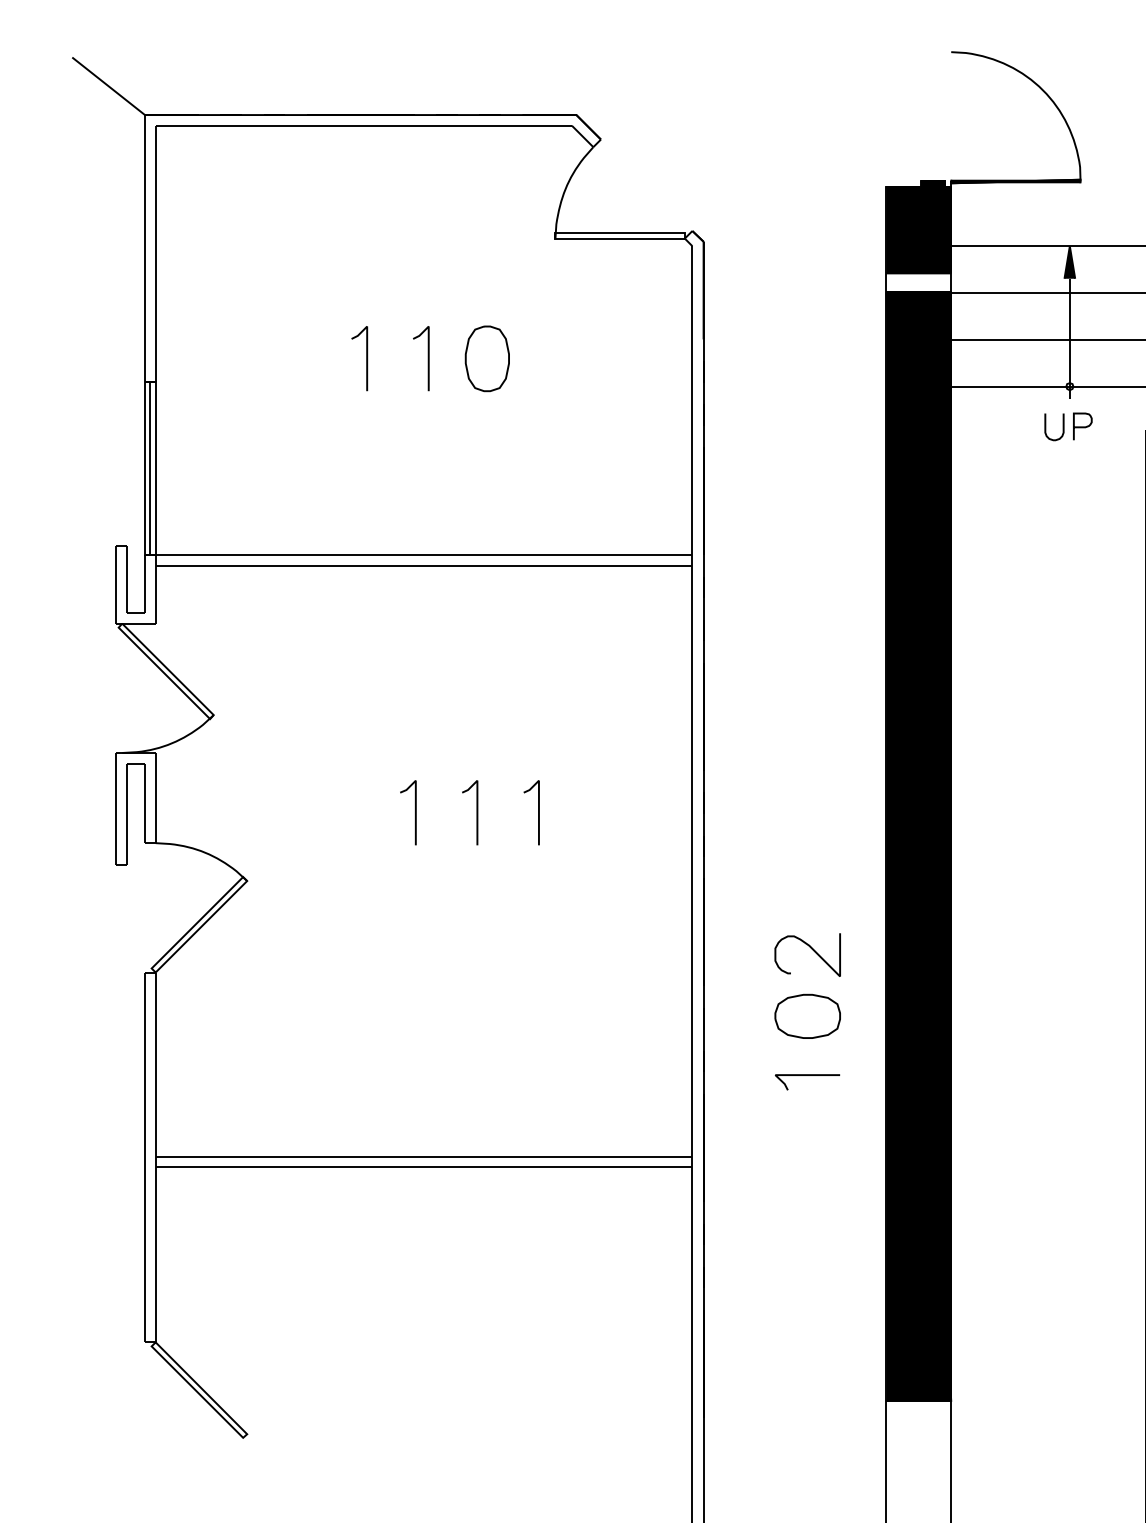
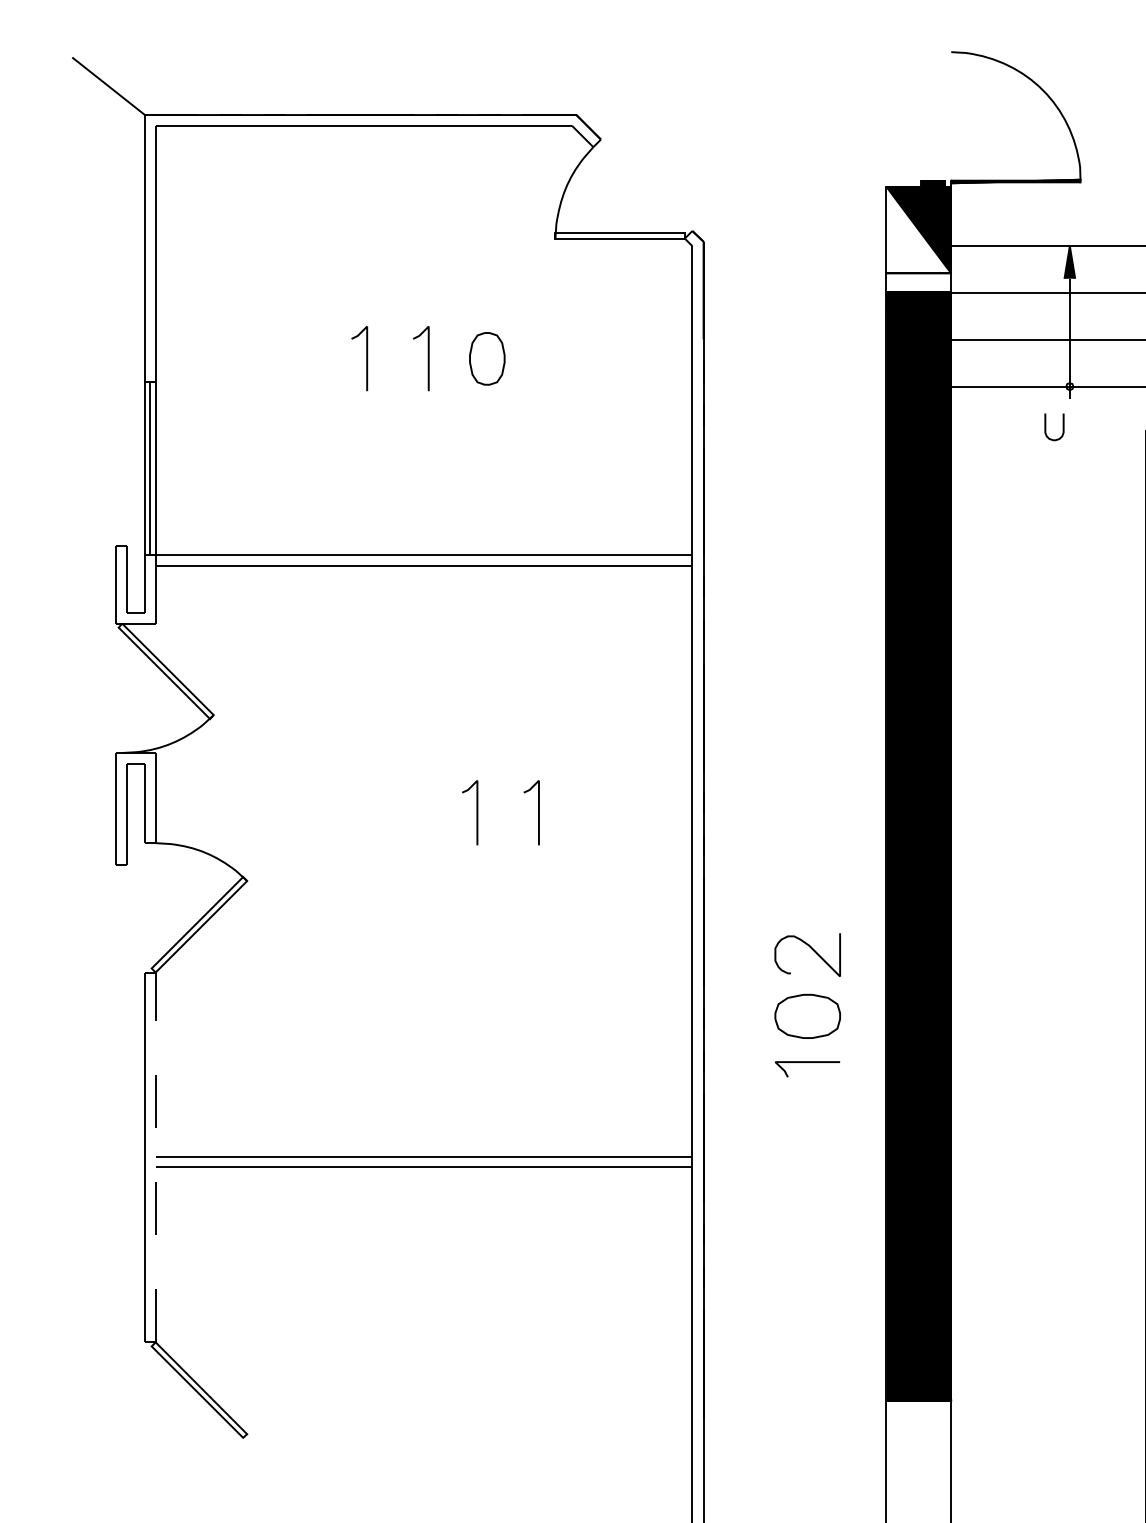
fill at (918, 229): present -> none
part at (486, 358) size: 46x68 px -> 37x54 px
curve at (1082, 426): present -> none
line at (415, 812): present -> none
line at (807, 1075) position: (807, 1075) -> (807, 1062)
line at (155, 1157): solid -> dashed
